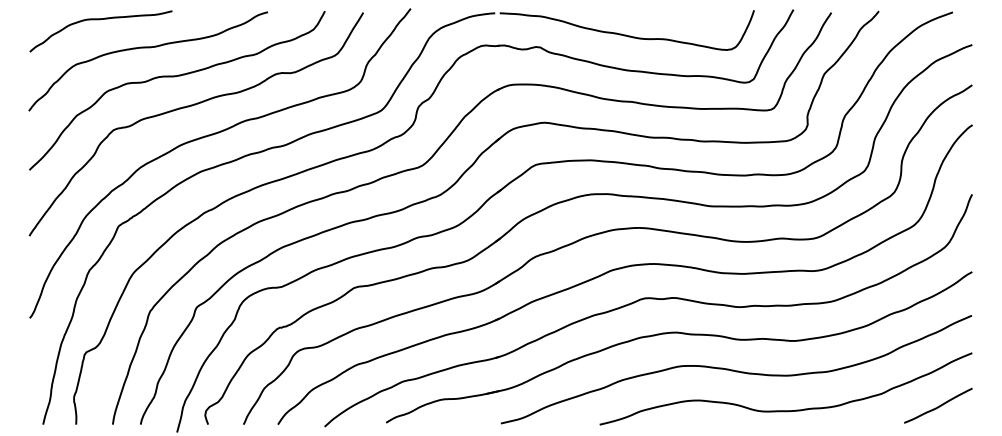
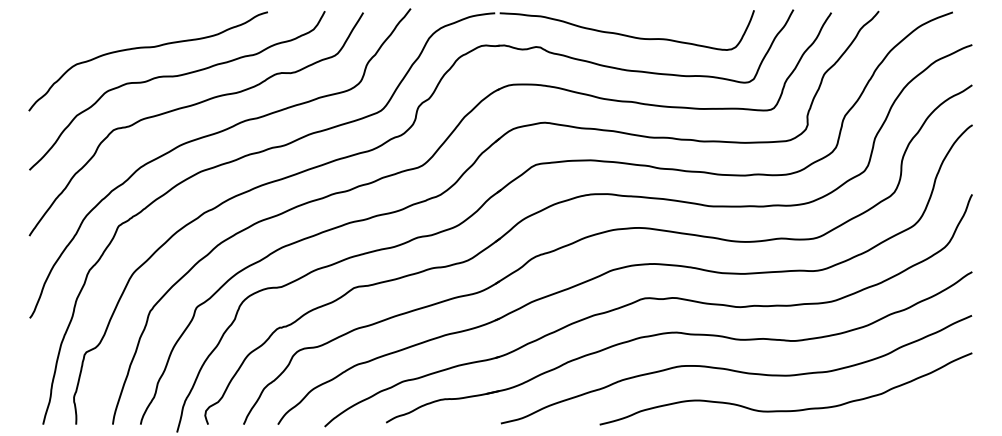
curve at (100, 20): present -> none
curve at (939, 405): present -> none
